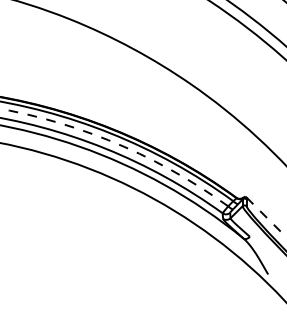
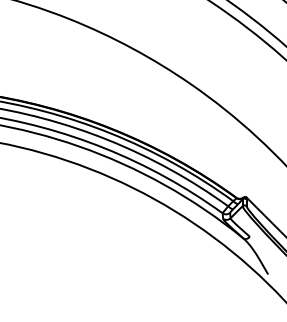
arc at (119, 144): dashed -> solid
line at (267, 217): dashed -> solid
